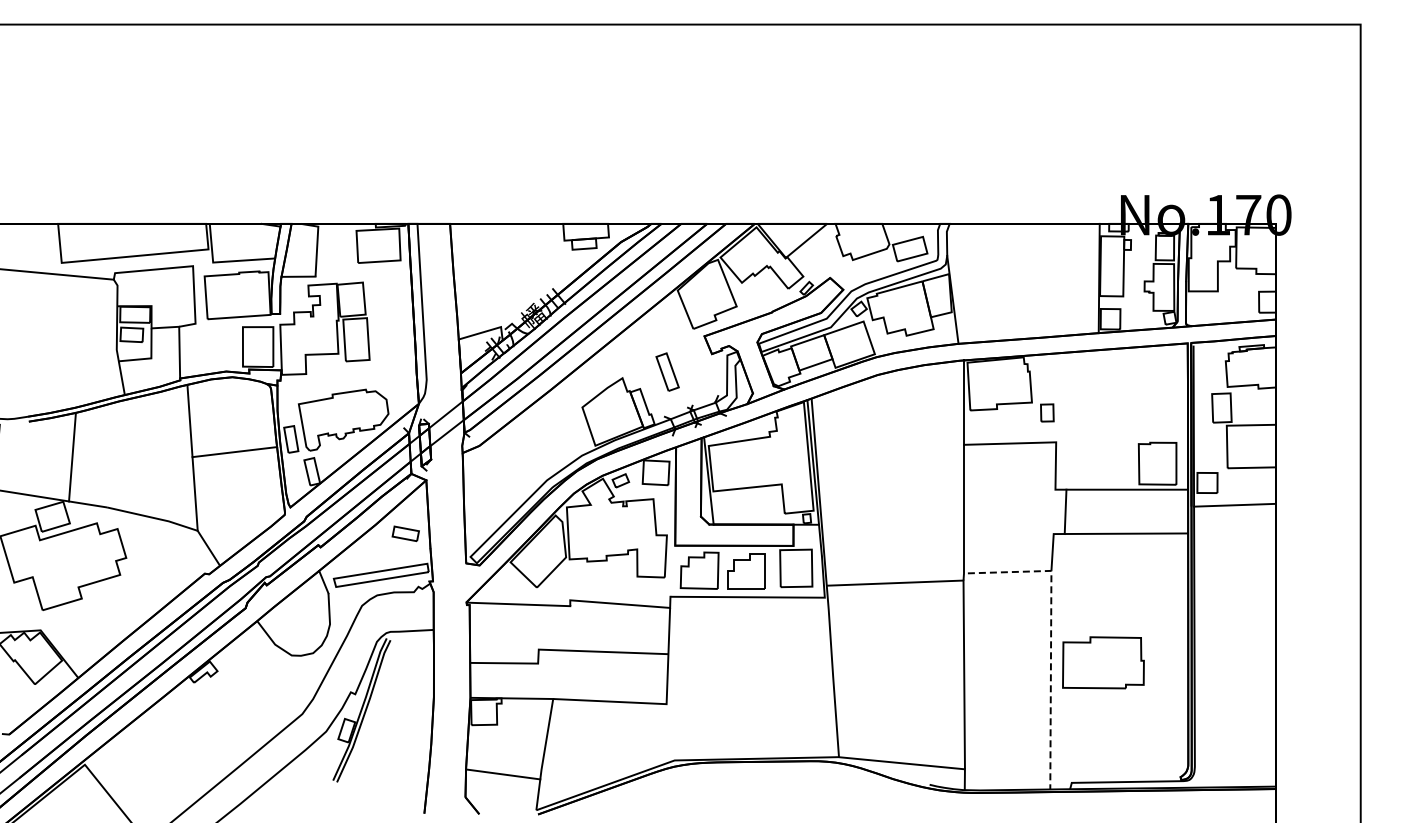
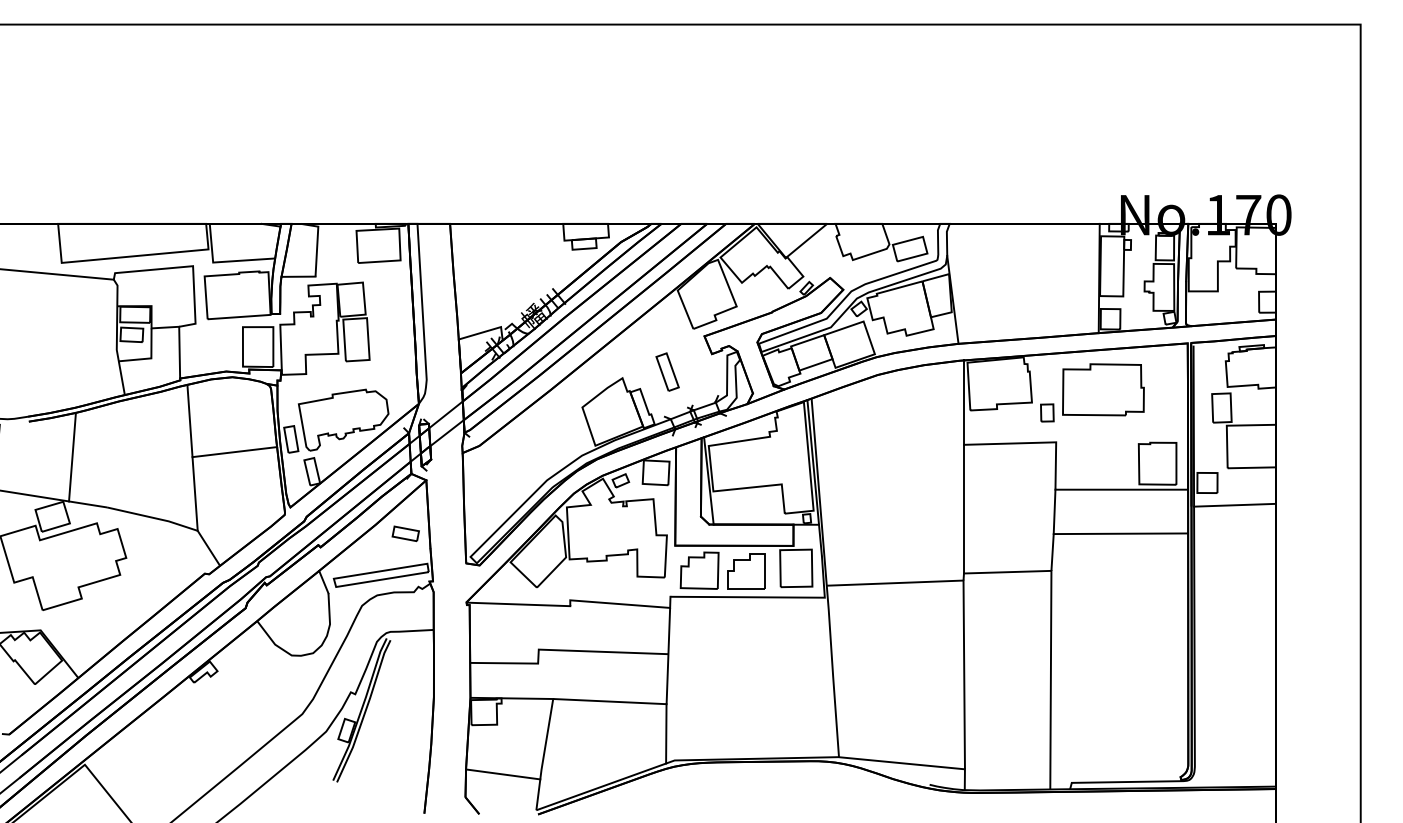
line at (1065, 511) position: (1065, 511) -> (1054, 511)
line at (1051, 631): dashed -> solid
part at (1103, 662) position: (1103, 662) -> (1103, 389)
line at (666, 733): none -> present
